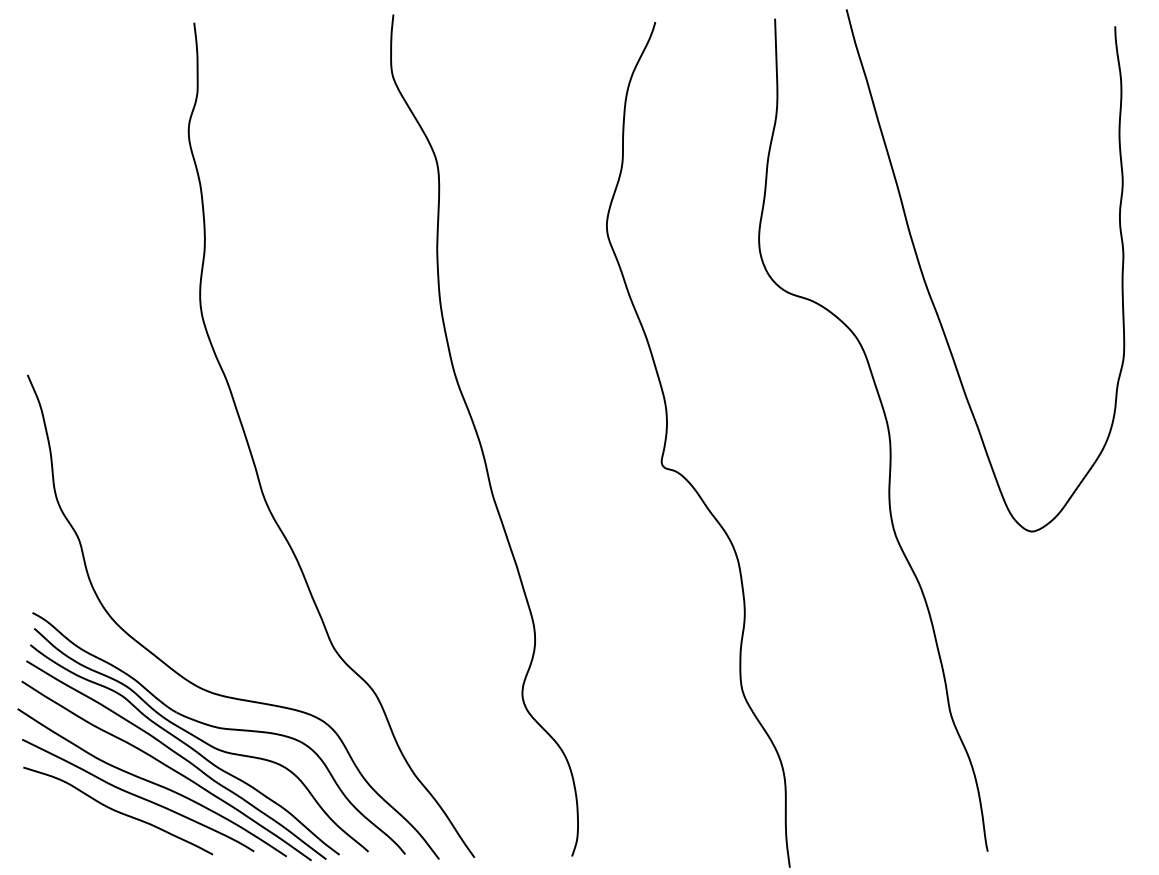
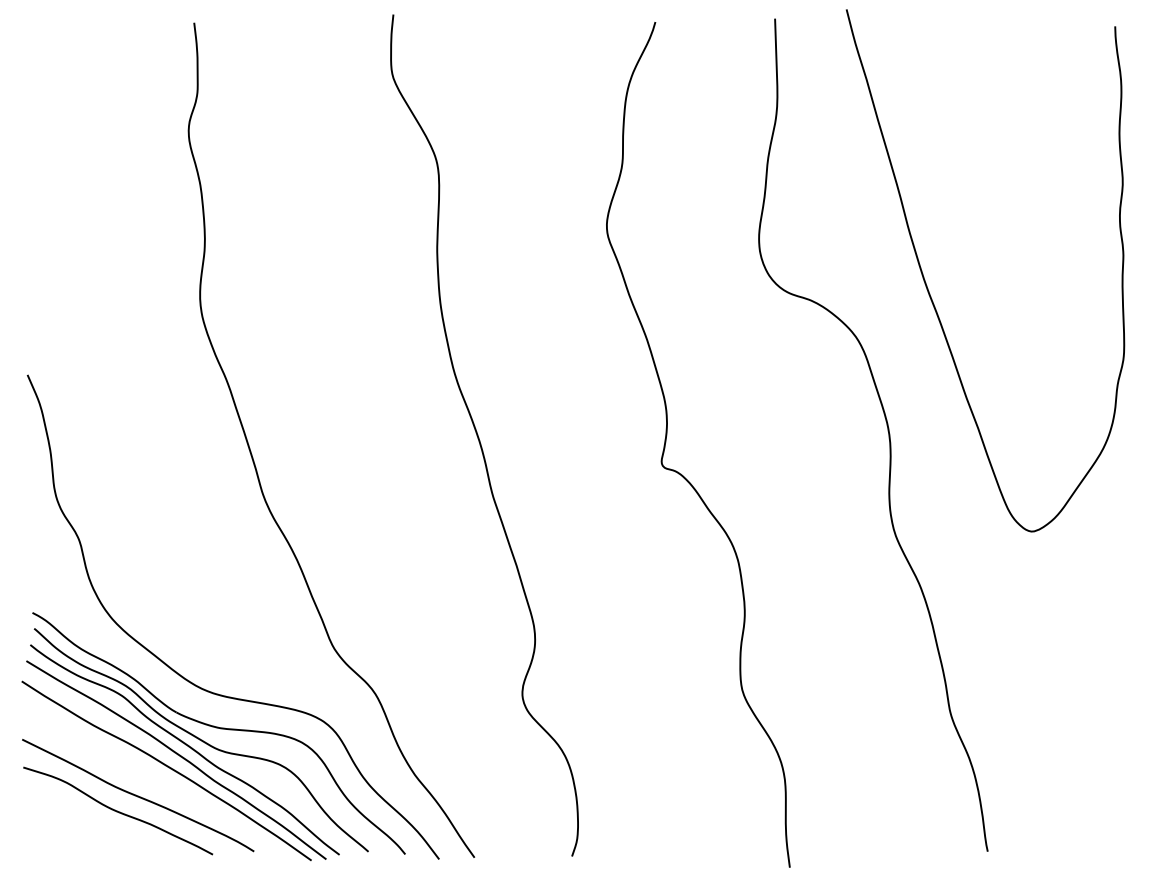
curve at (151, 782): present -> none
